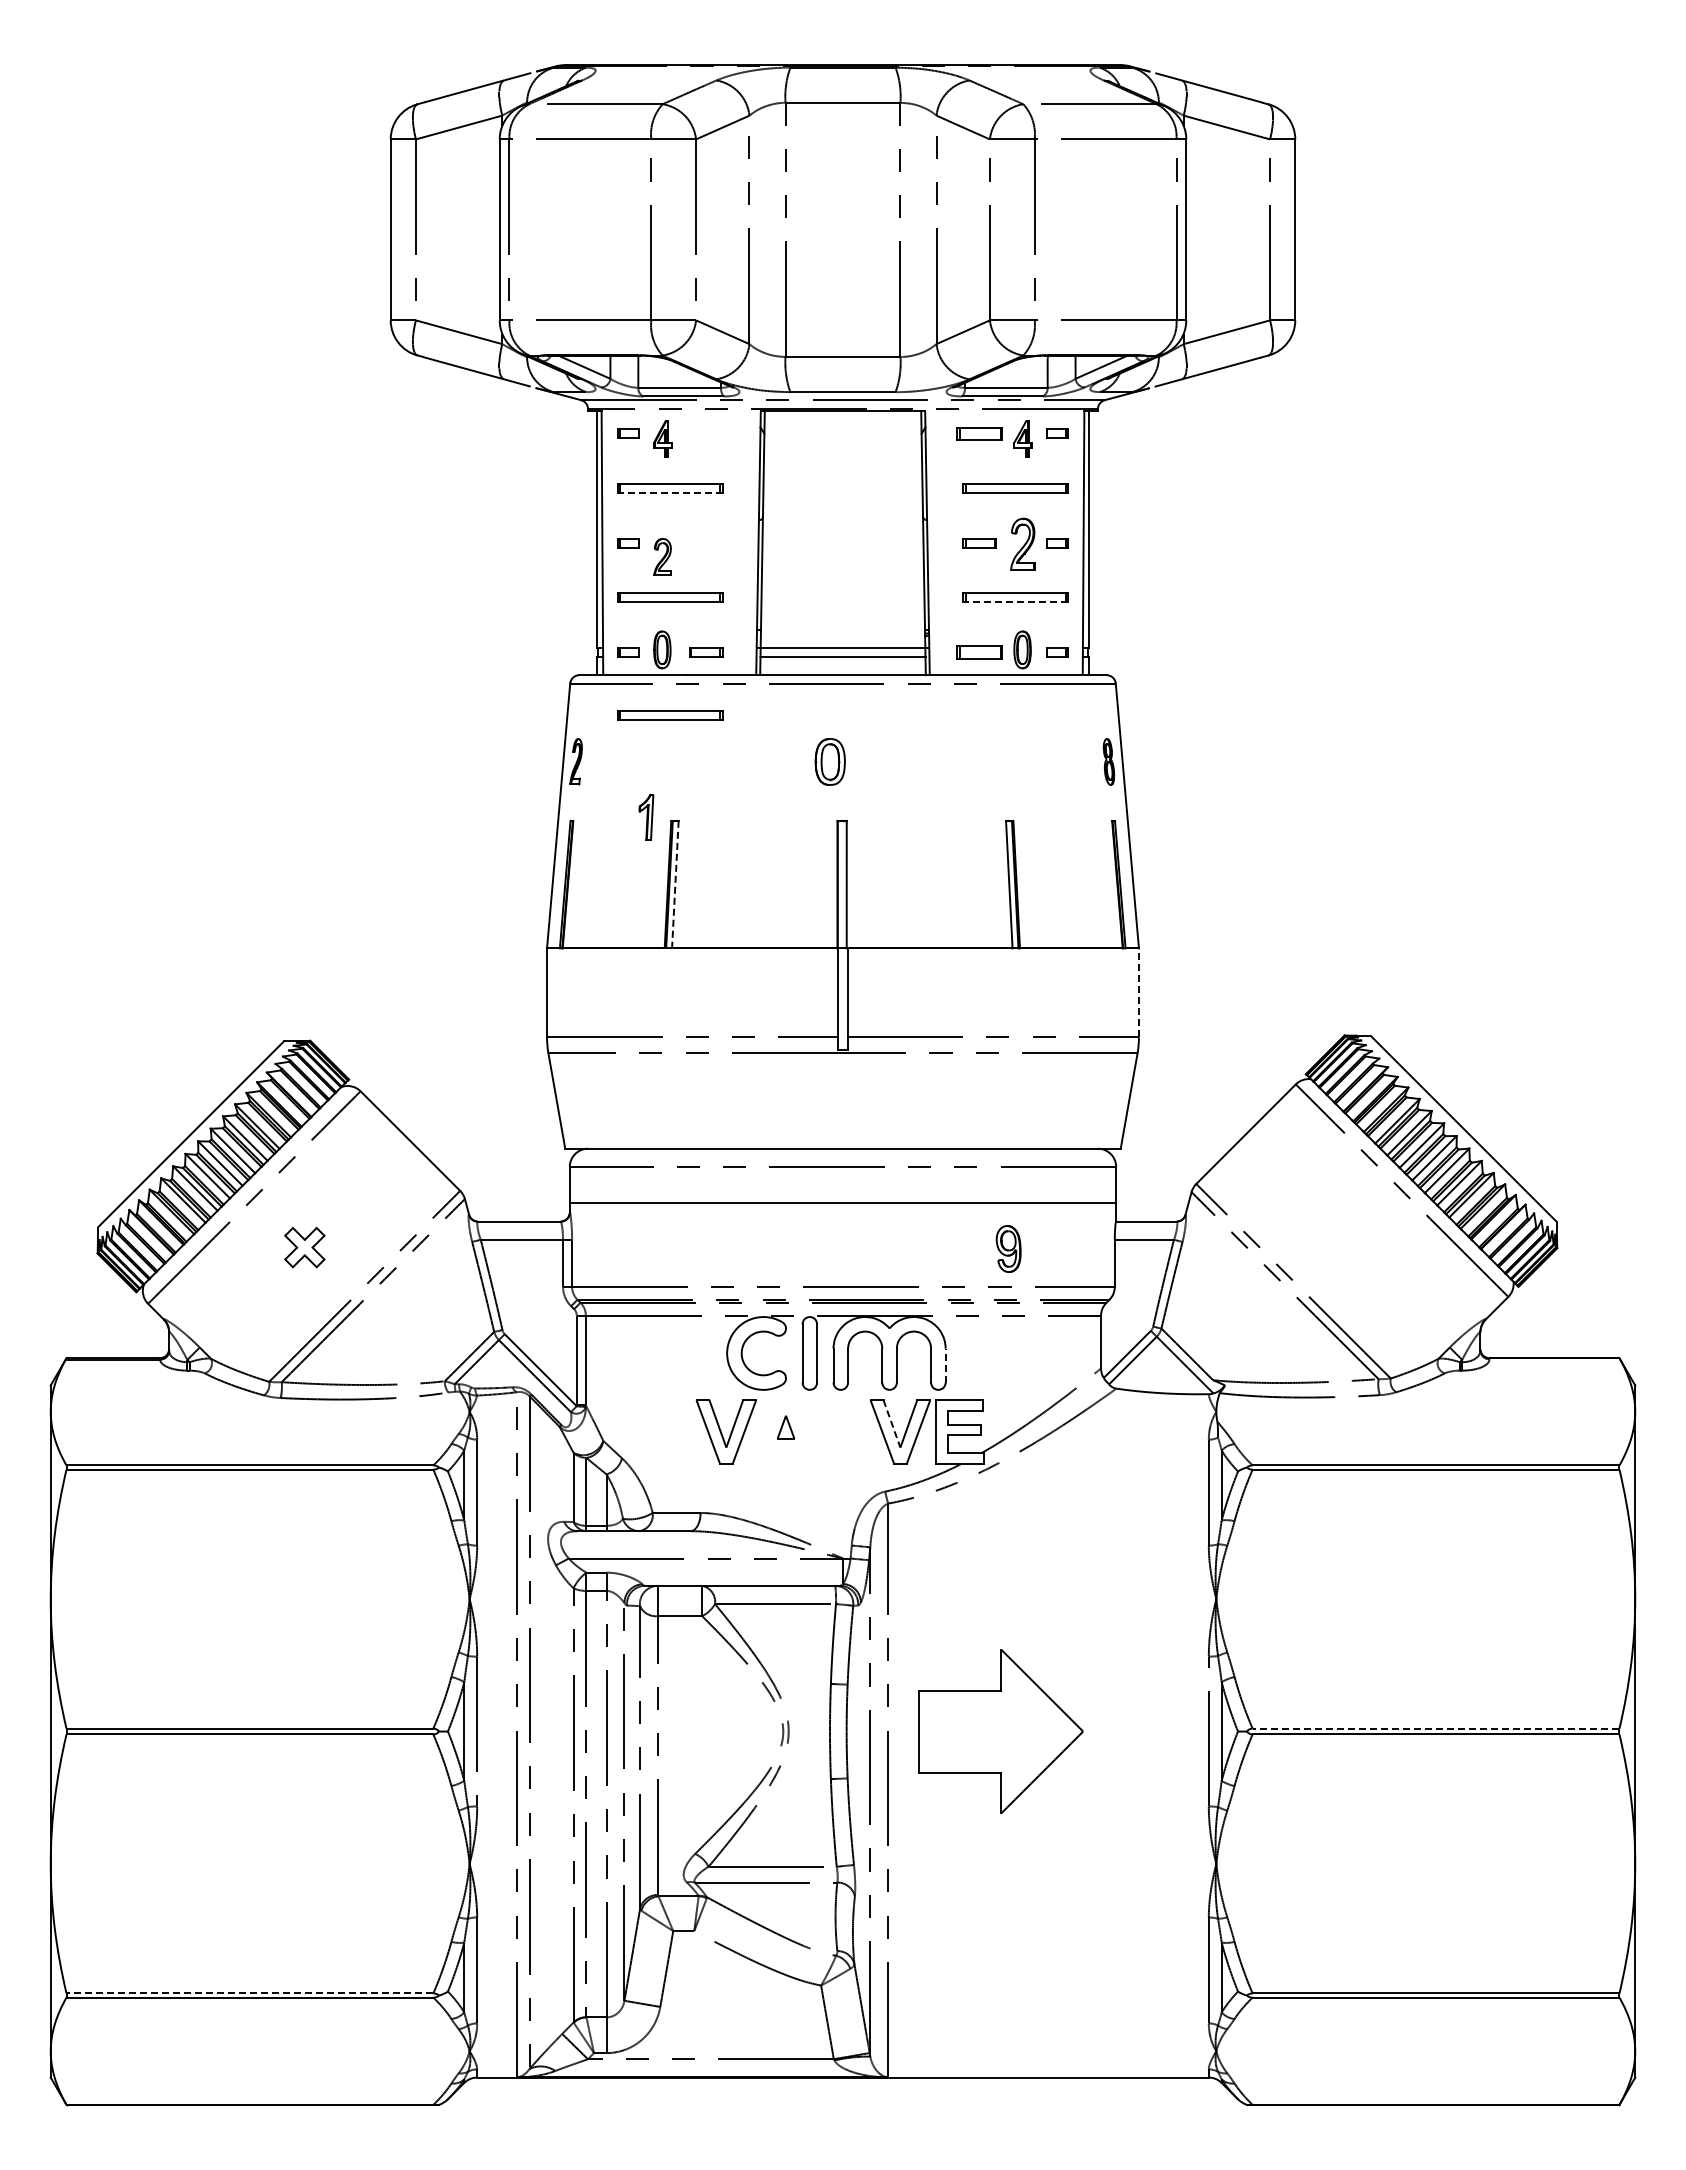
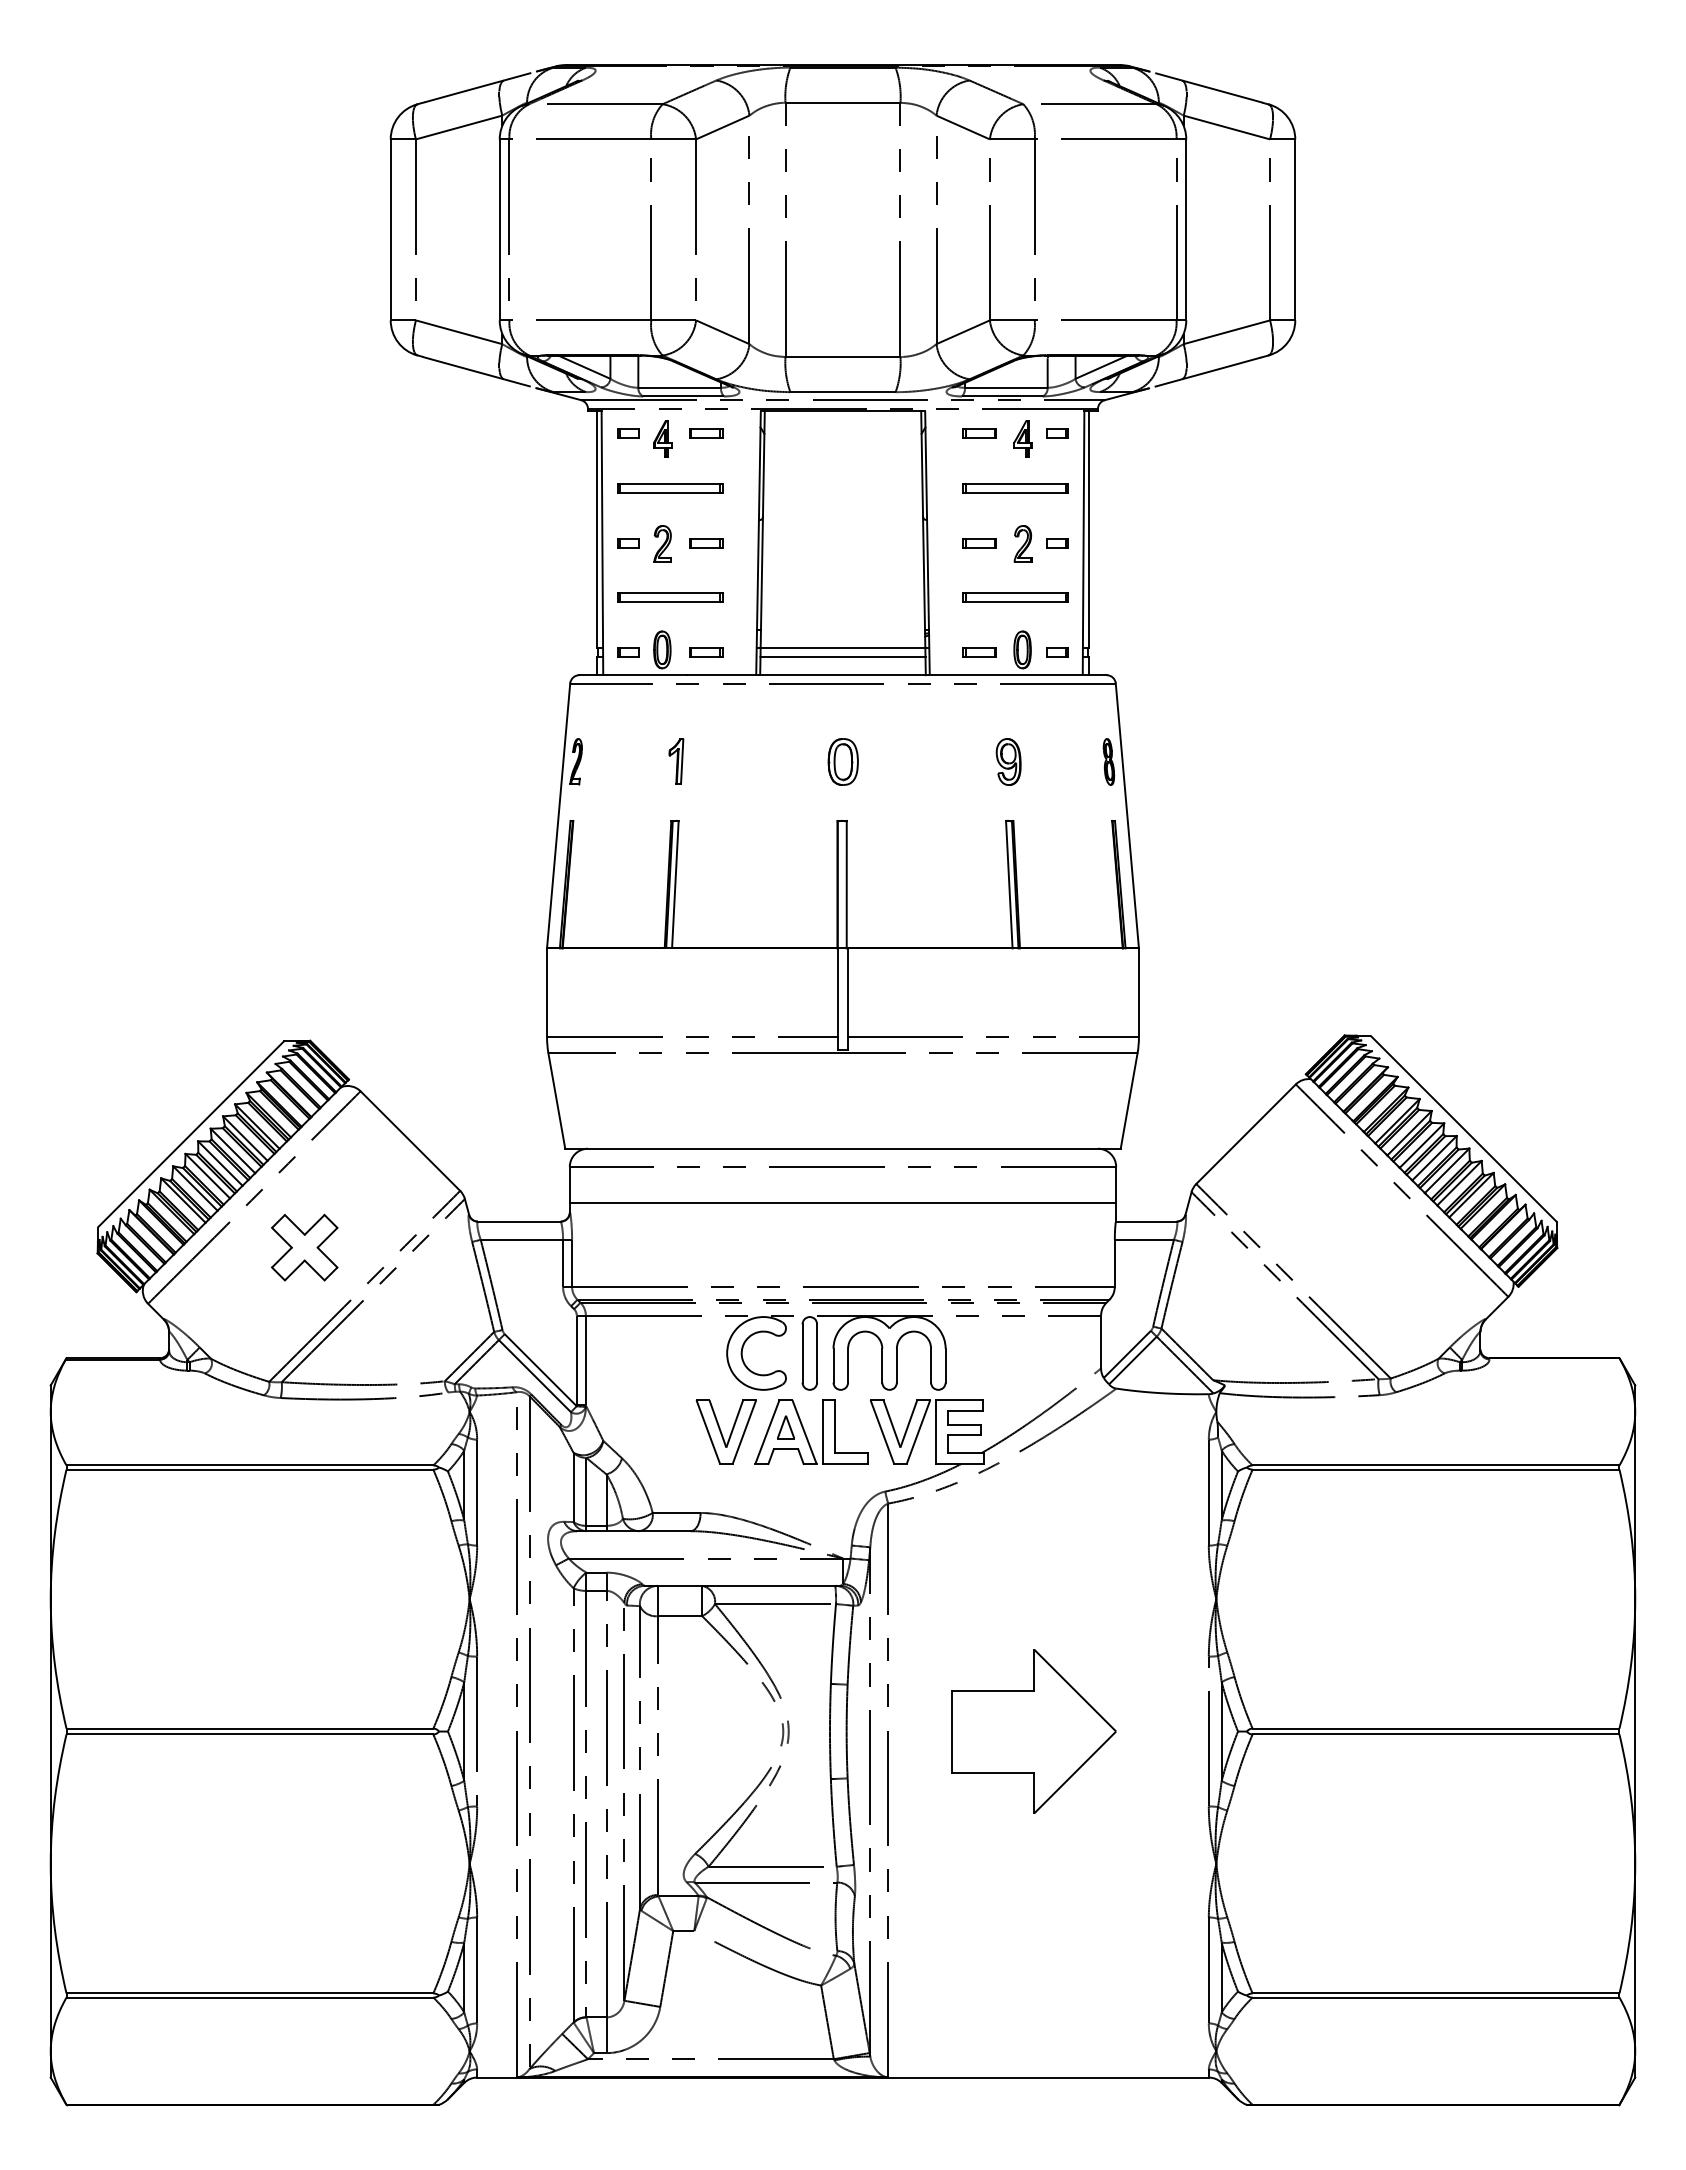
part at (706, 433): none -> present
part at (979, 433) size: 47x14 px -> 35x11 px
line at (669, 493): dashed -> solid
part at (706, 543): none -> present
part at (1022, 543) size: 26x54 px -> 20x38 px
part at (662, 556) position: (662, 556) -> (662, 543)
line at (1015, 602): dashed -> solid
part at (979, 652) size: 47x15 px -> 35x11 px
part at (670, 715): present -> none
part at (829, 761) position: (829, 761) -> (842, 761)
part at (646, 817) position: (646, 817) -> (676, 761)
line at (675, 885): dashed -> solid
line at (1138, 992): dashed -> solid
part at (304, 1247) size: 42x43 px -> 68x69 px
part at (1008, 1248) position: (1008, 1248) -> (1008, 761)
line at (945, 1365): dashed -> solid
line at (892, 1424): dashed -> solid
part at (811, 1431): none -> present
line at (1435, 1728): dashed -> solid
part at (1000, 1731) position: (1000, 1731) -> (1033, 1731)
line at (249, 1993): dashed -> solid
